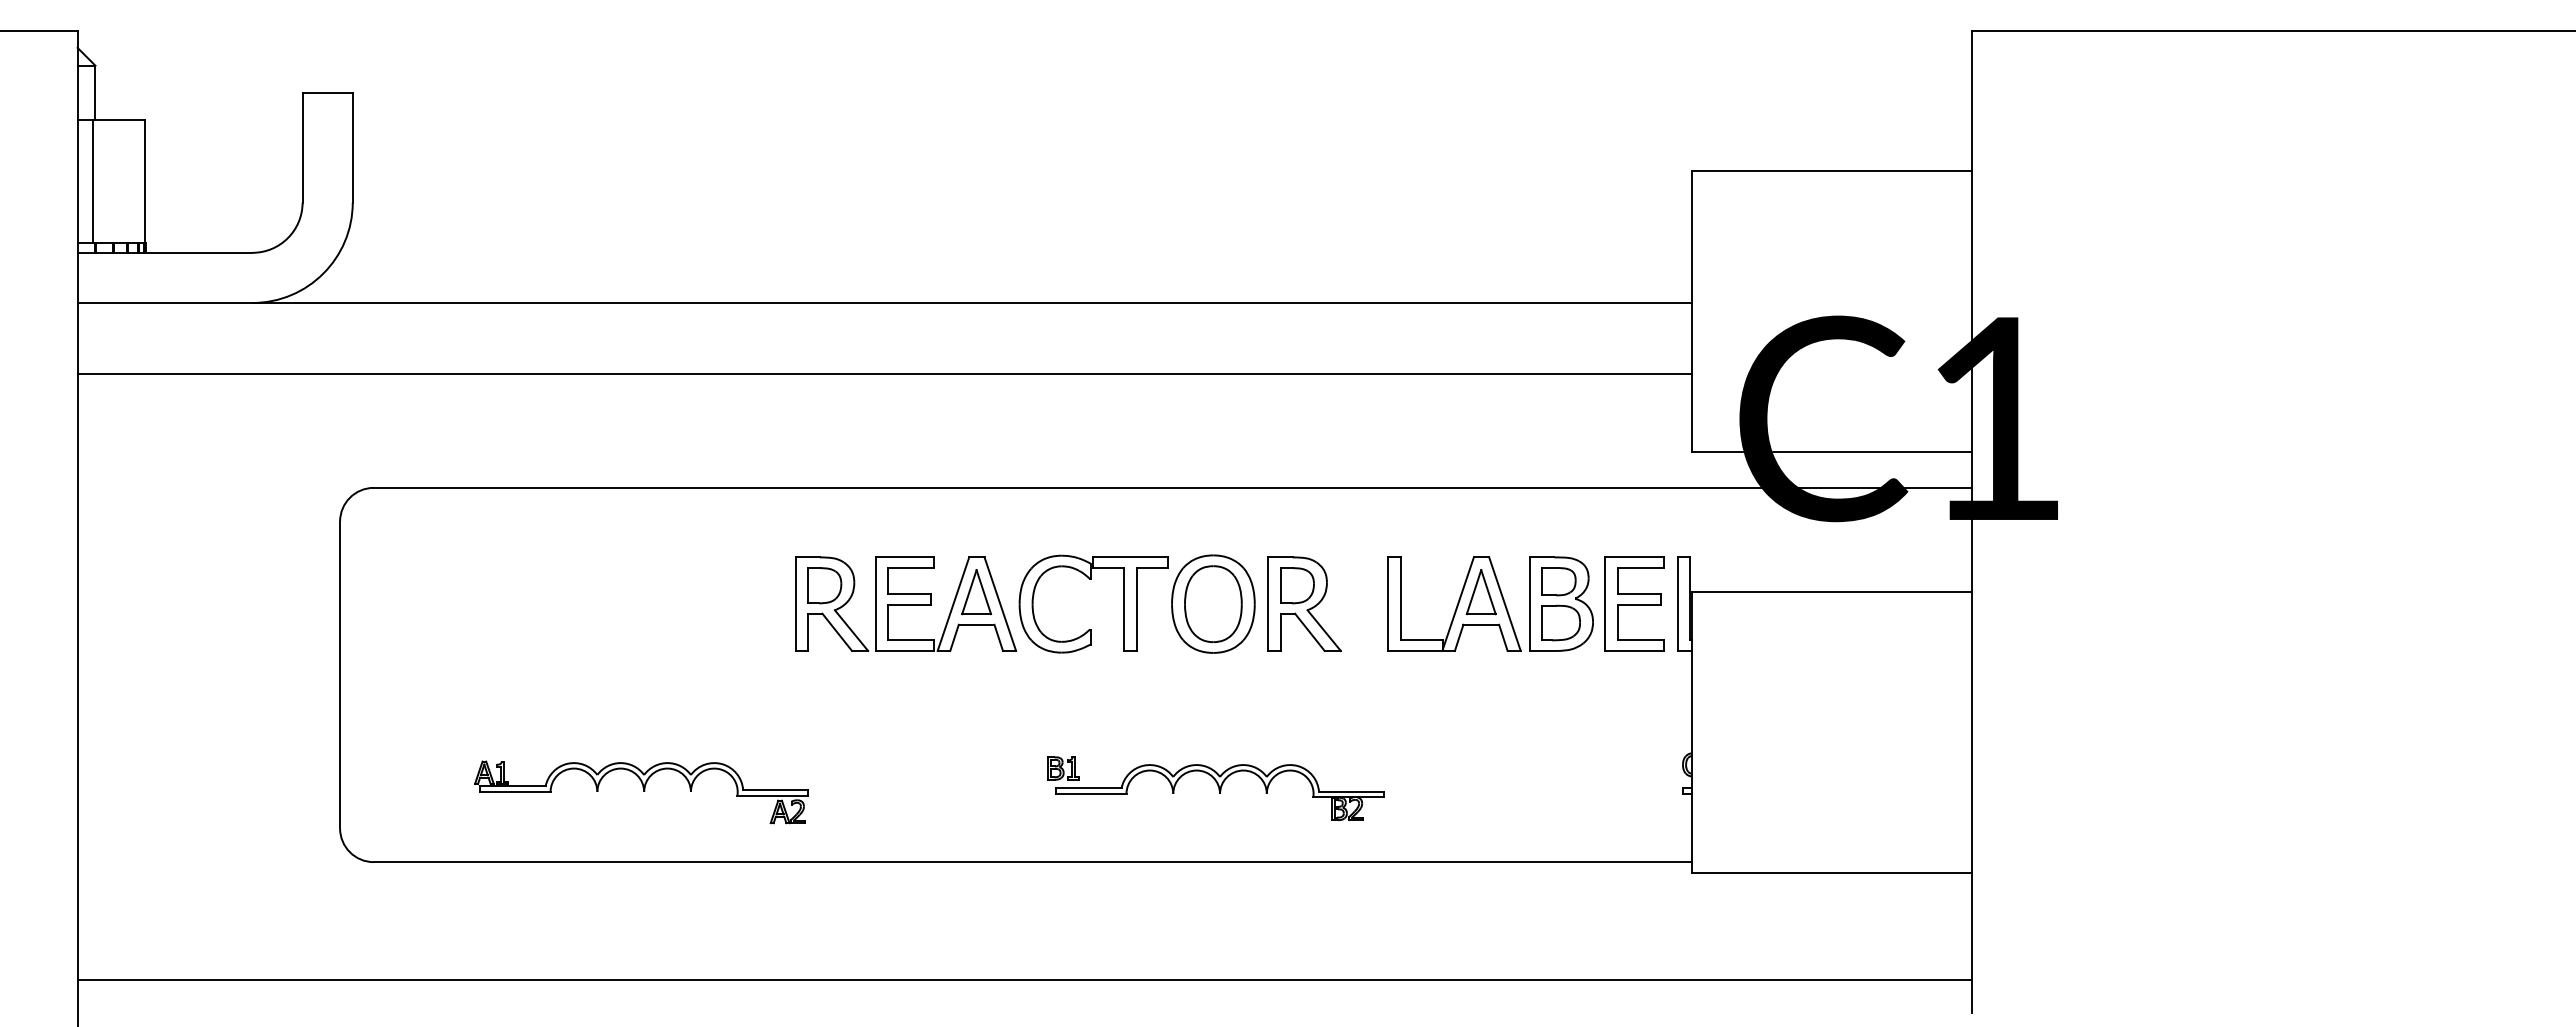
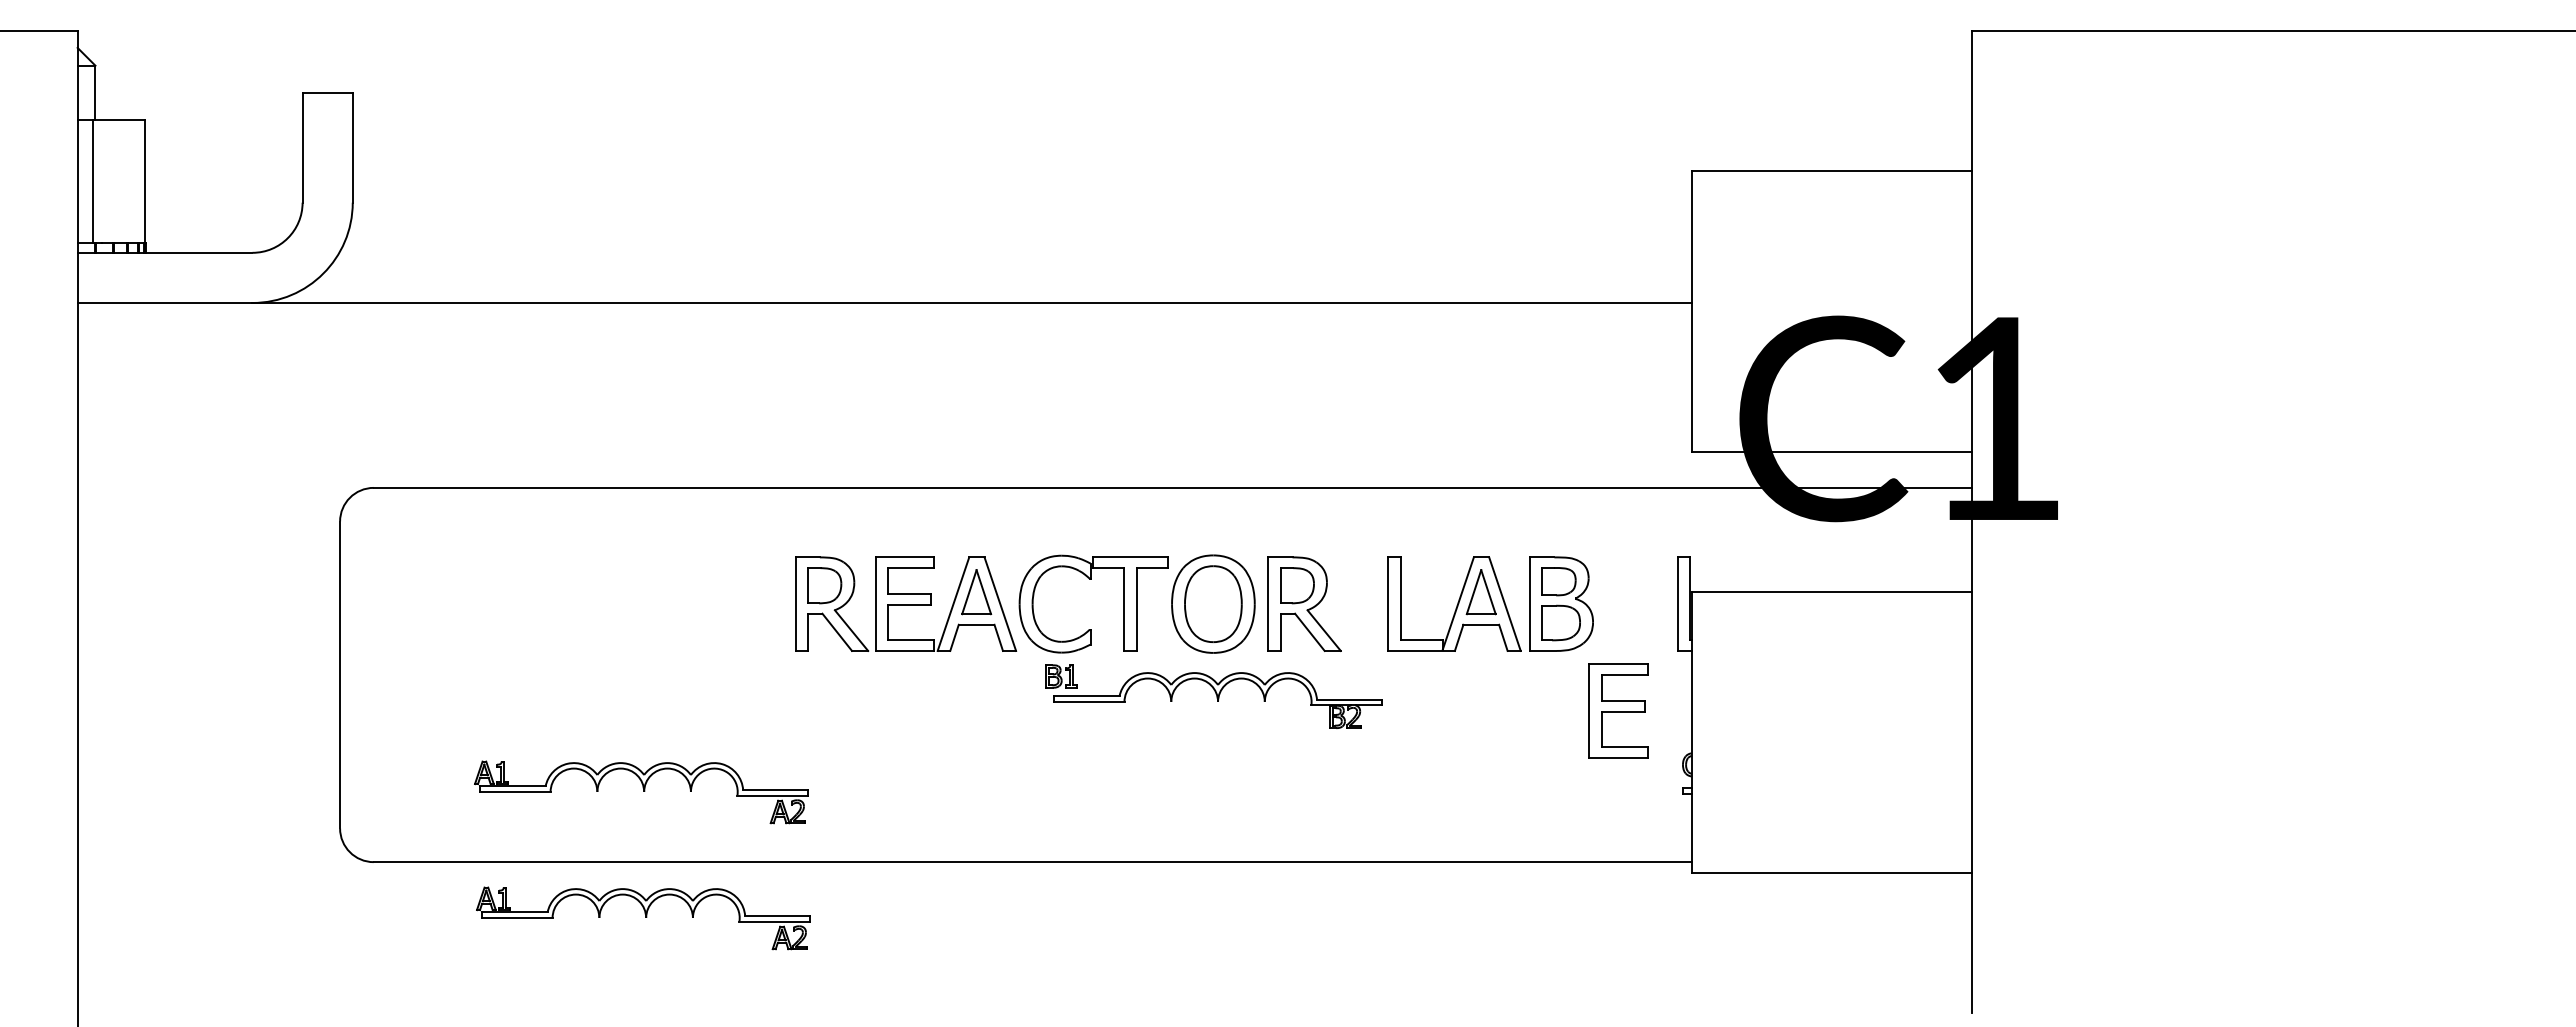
line at (884, 374): present -> none
part at (1634, 603) position: (1634, 603) -> (1618, 710)
part at (1215, 788) position: (1215, 788) -> (1213, 696)
part at (643, 918): none -> present
line at (1024, 980): present -> none
